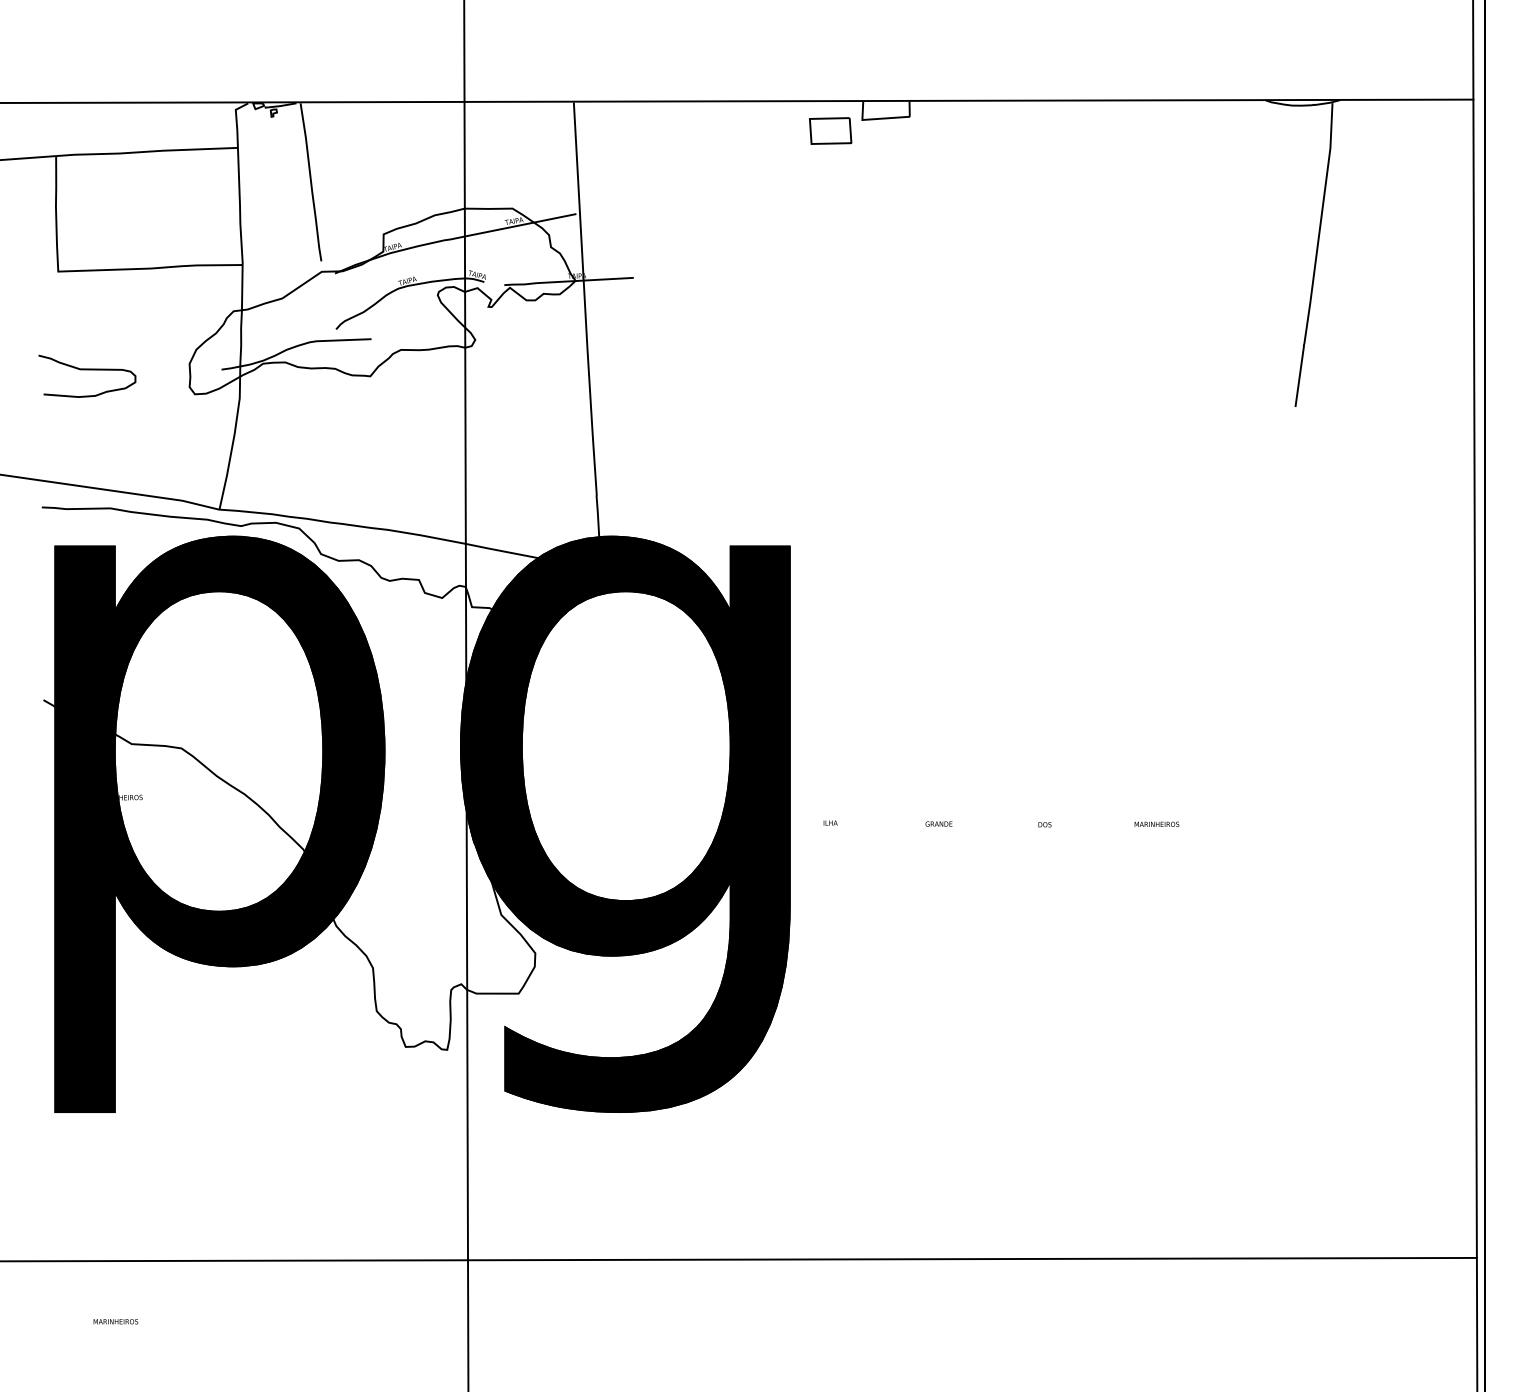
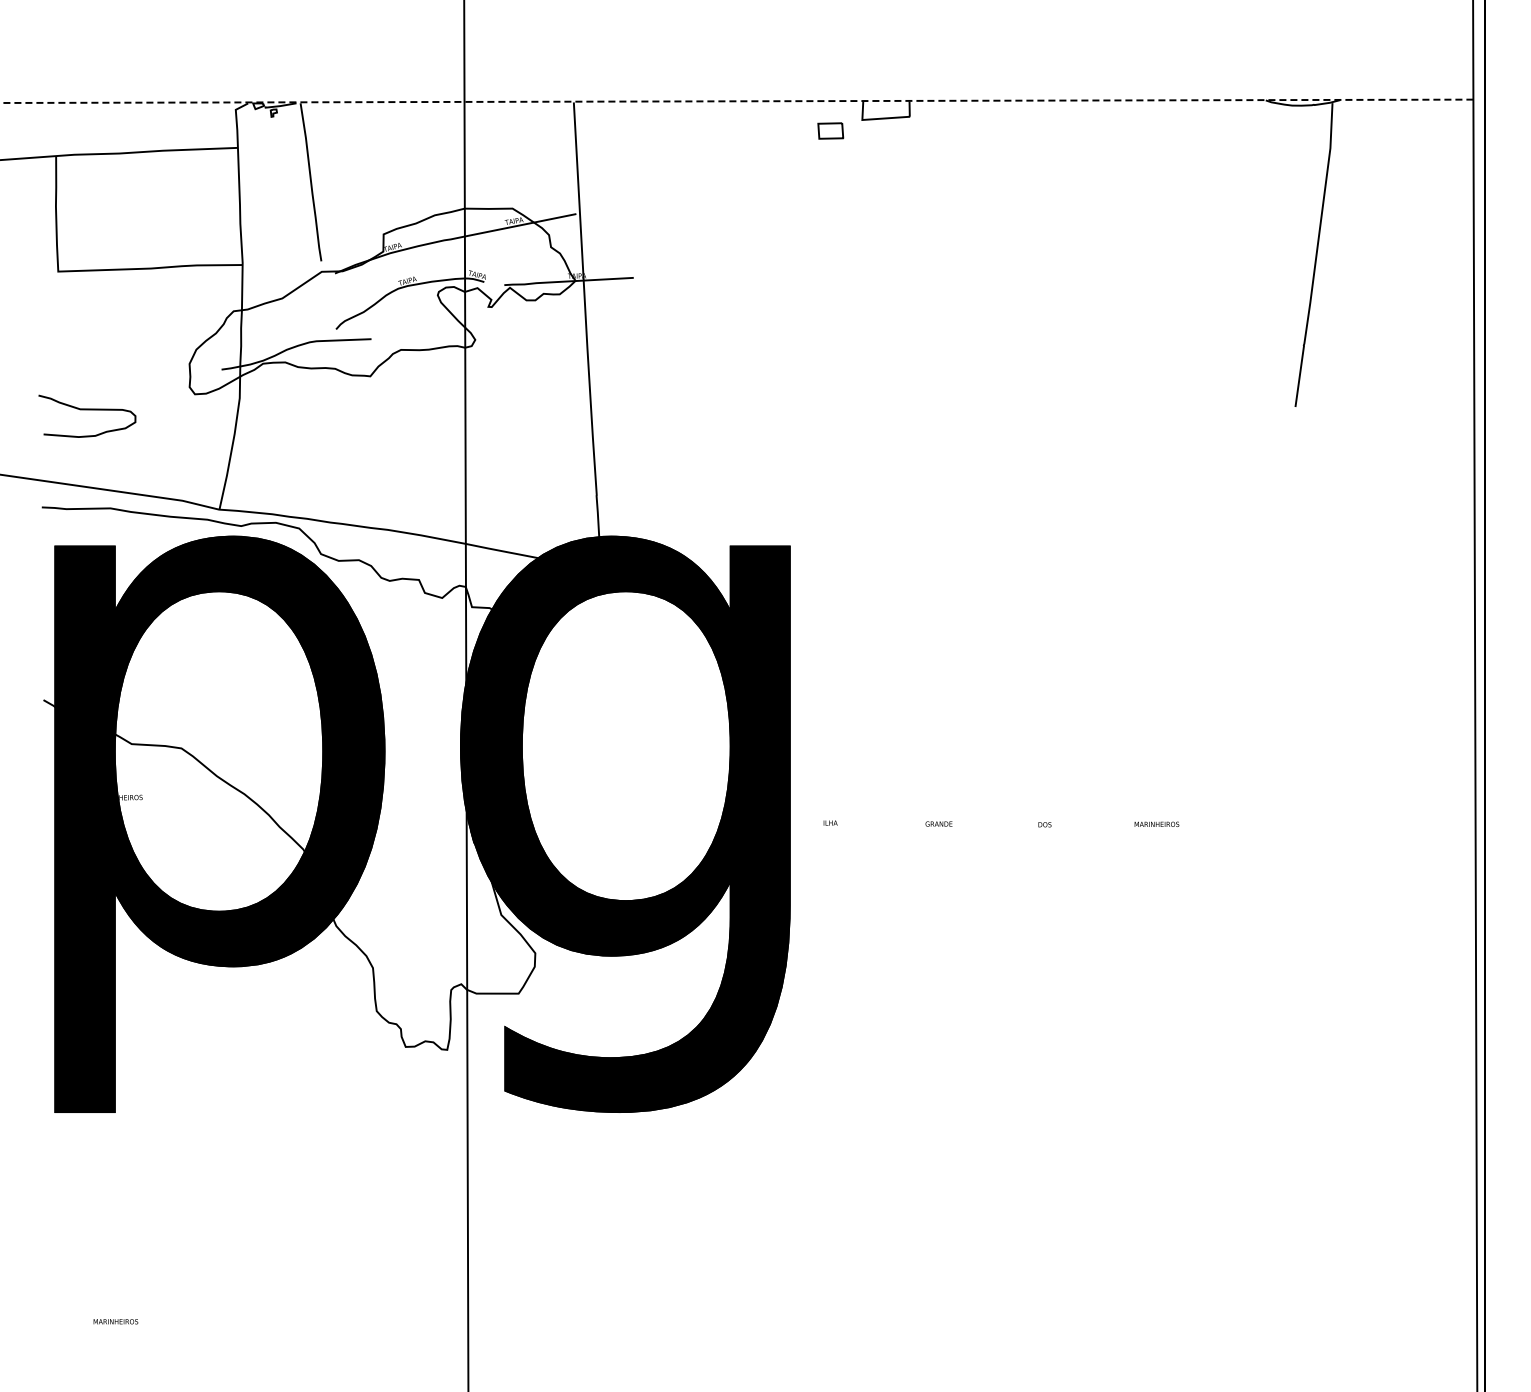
line at (736, 101): solid -> dashed
part at (830, 130) size: 44x28 px -> 28x18 px
curve at (87, 370) position: (87, 370) -> (87, 410)
line at (739, 1259): present -> none
